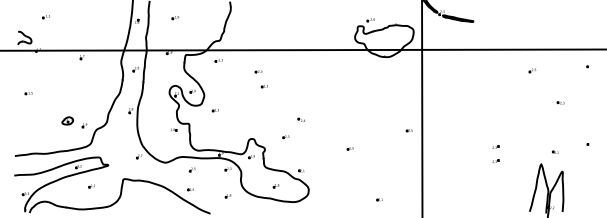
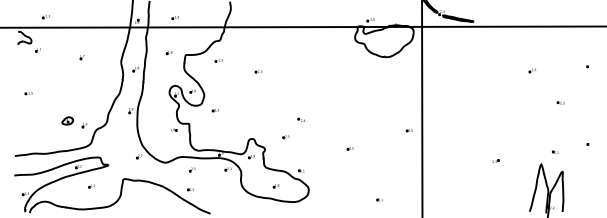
line at (302, 49) position: (302, 49) -> (302, 26)
part at (263, 86): present -> none
part at (495, 146): present -> none
part at (227, 196): present -> none
